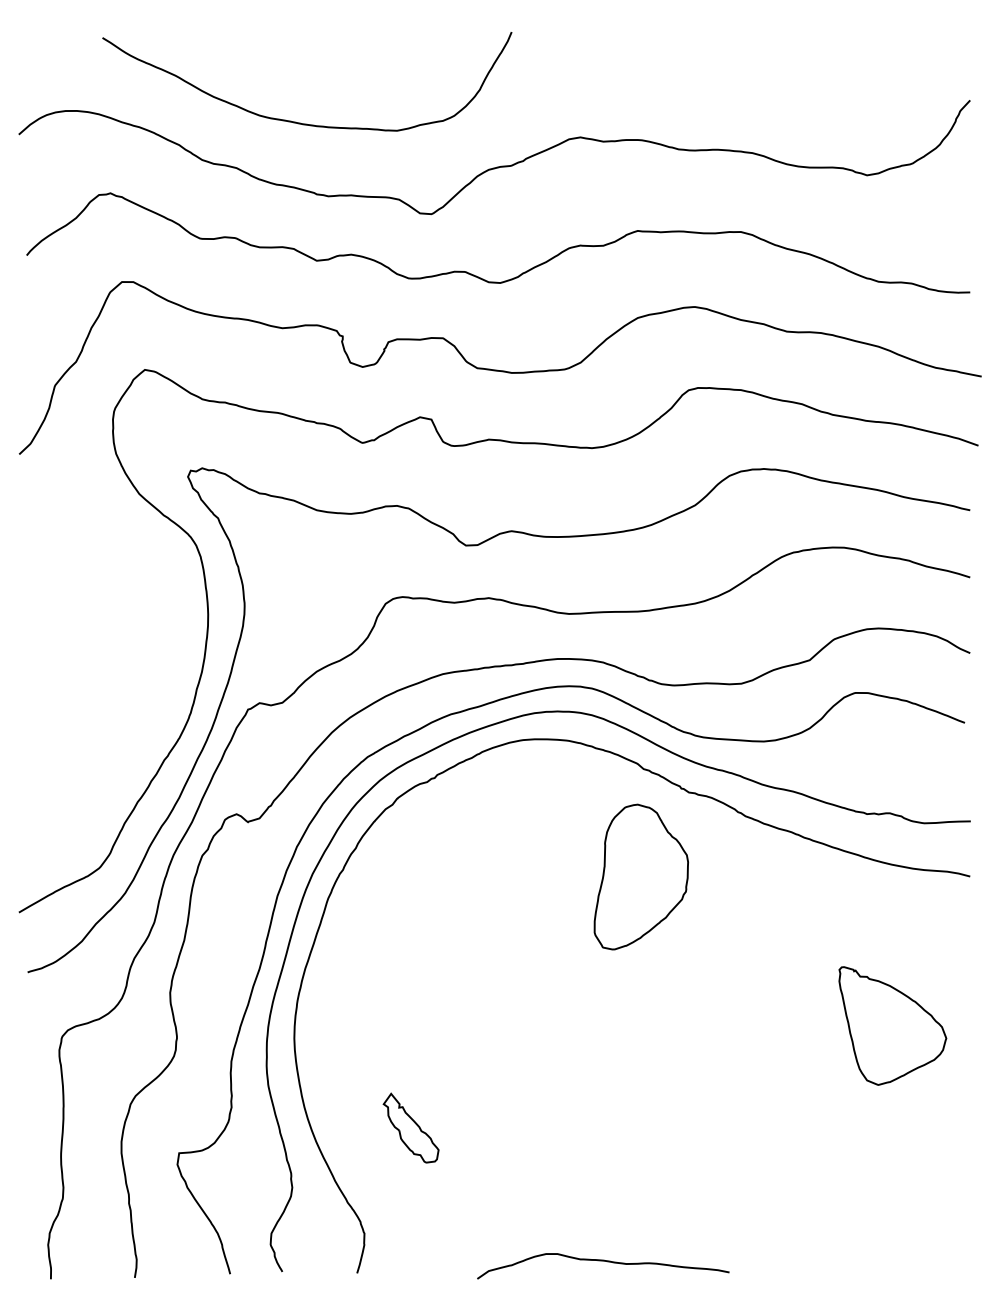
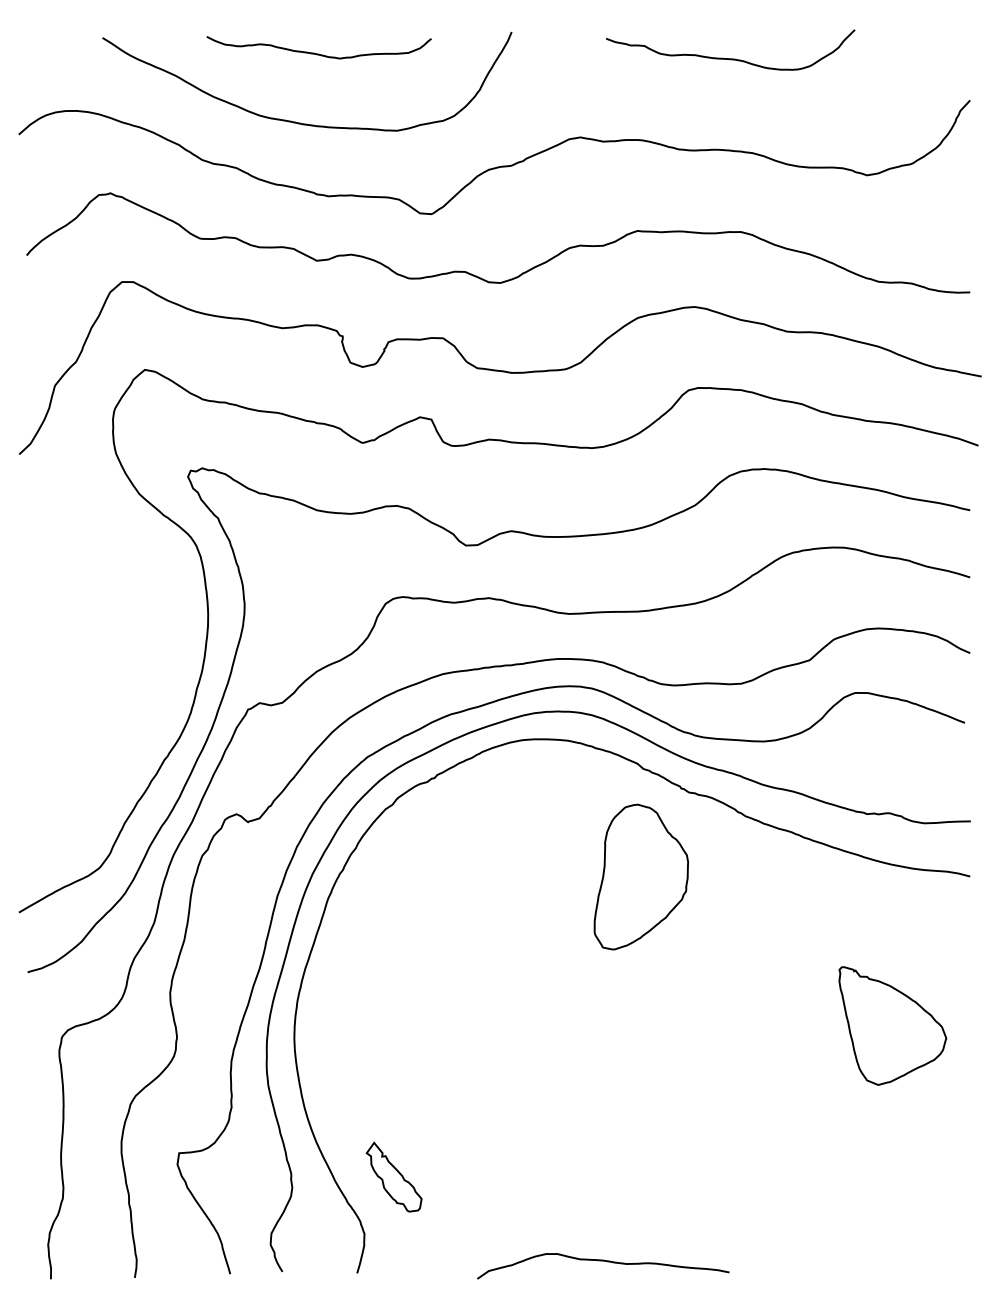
curve at (318, 53): none -> present
curve at (730, 58): none -> present
part at (410, 1127) position: (410, 1127) -> (393, 1176)
